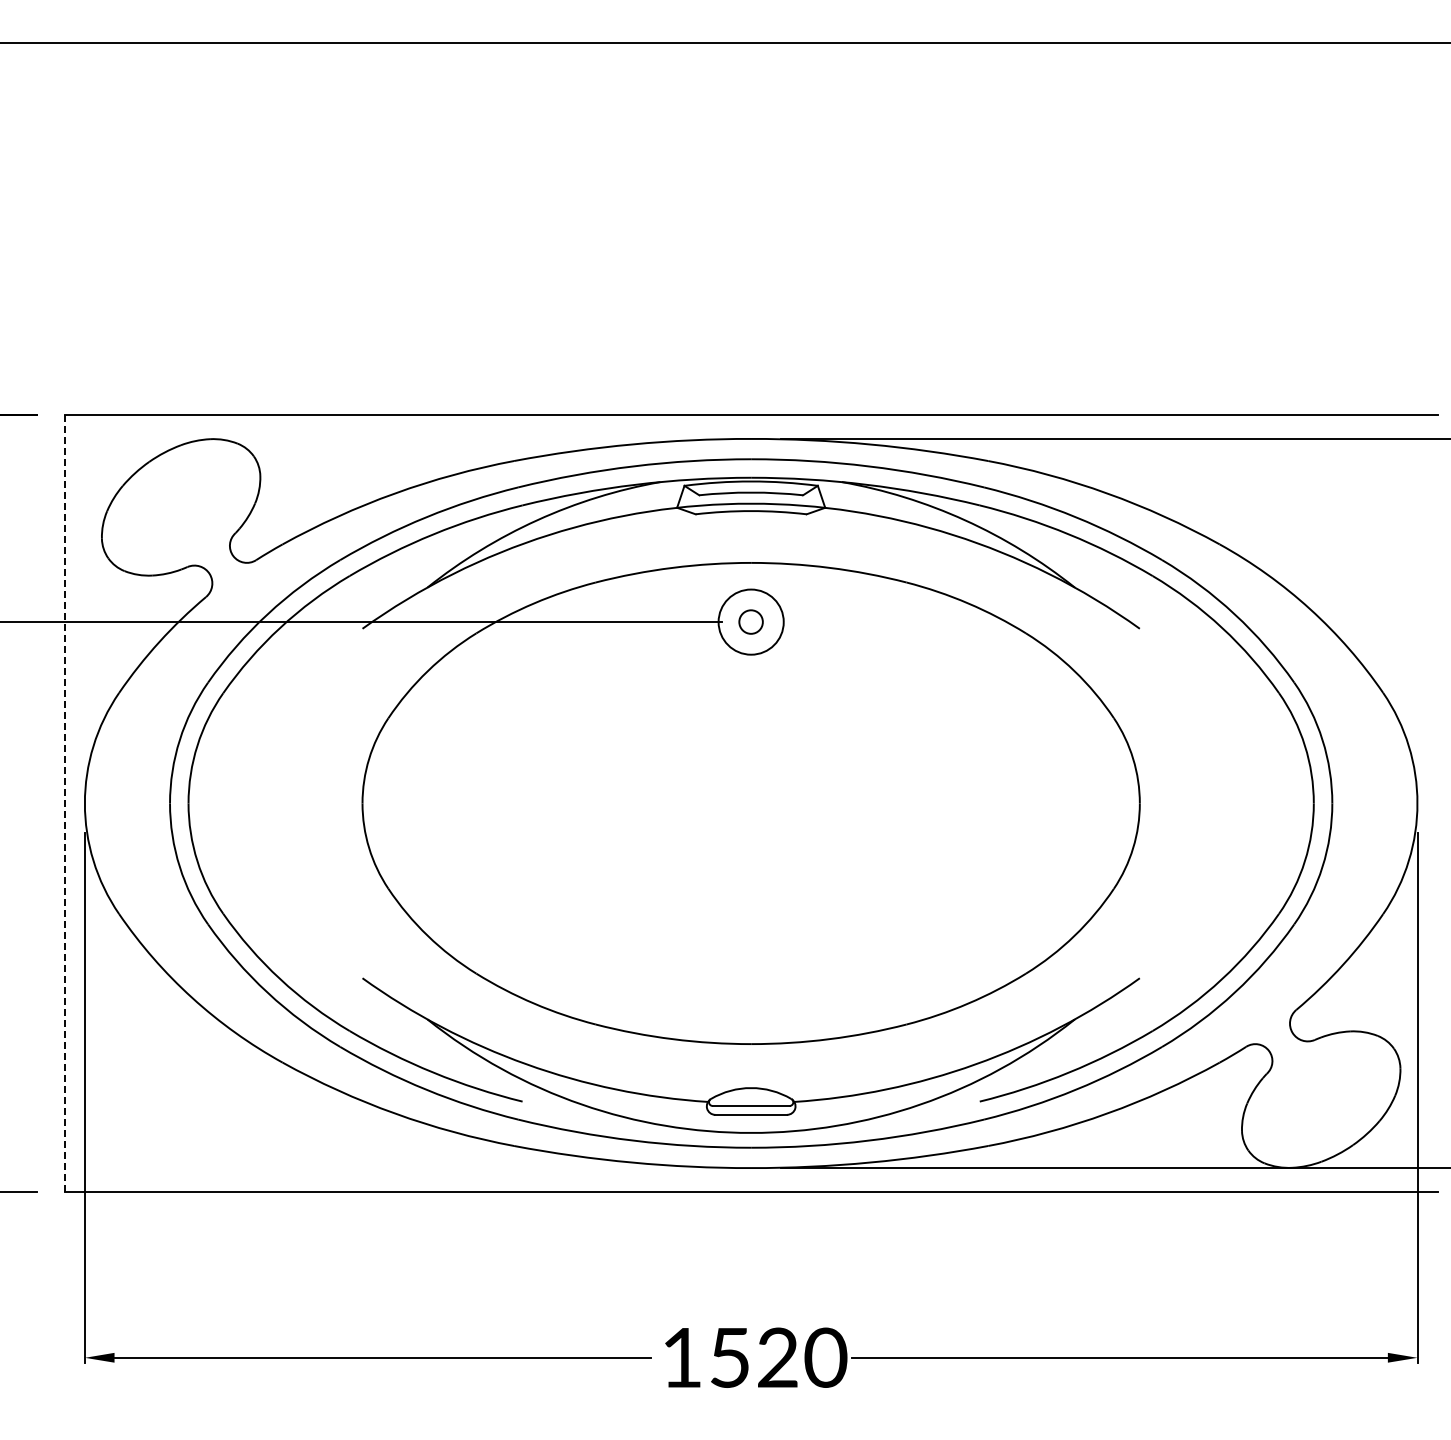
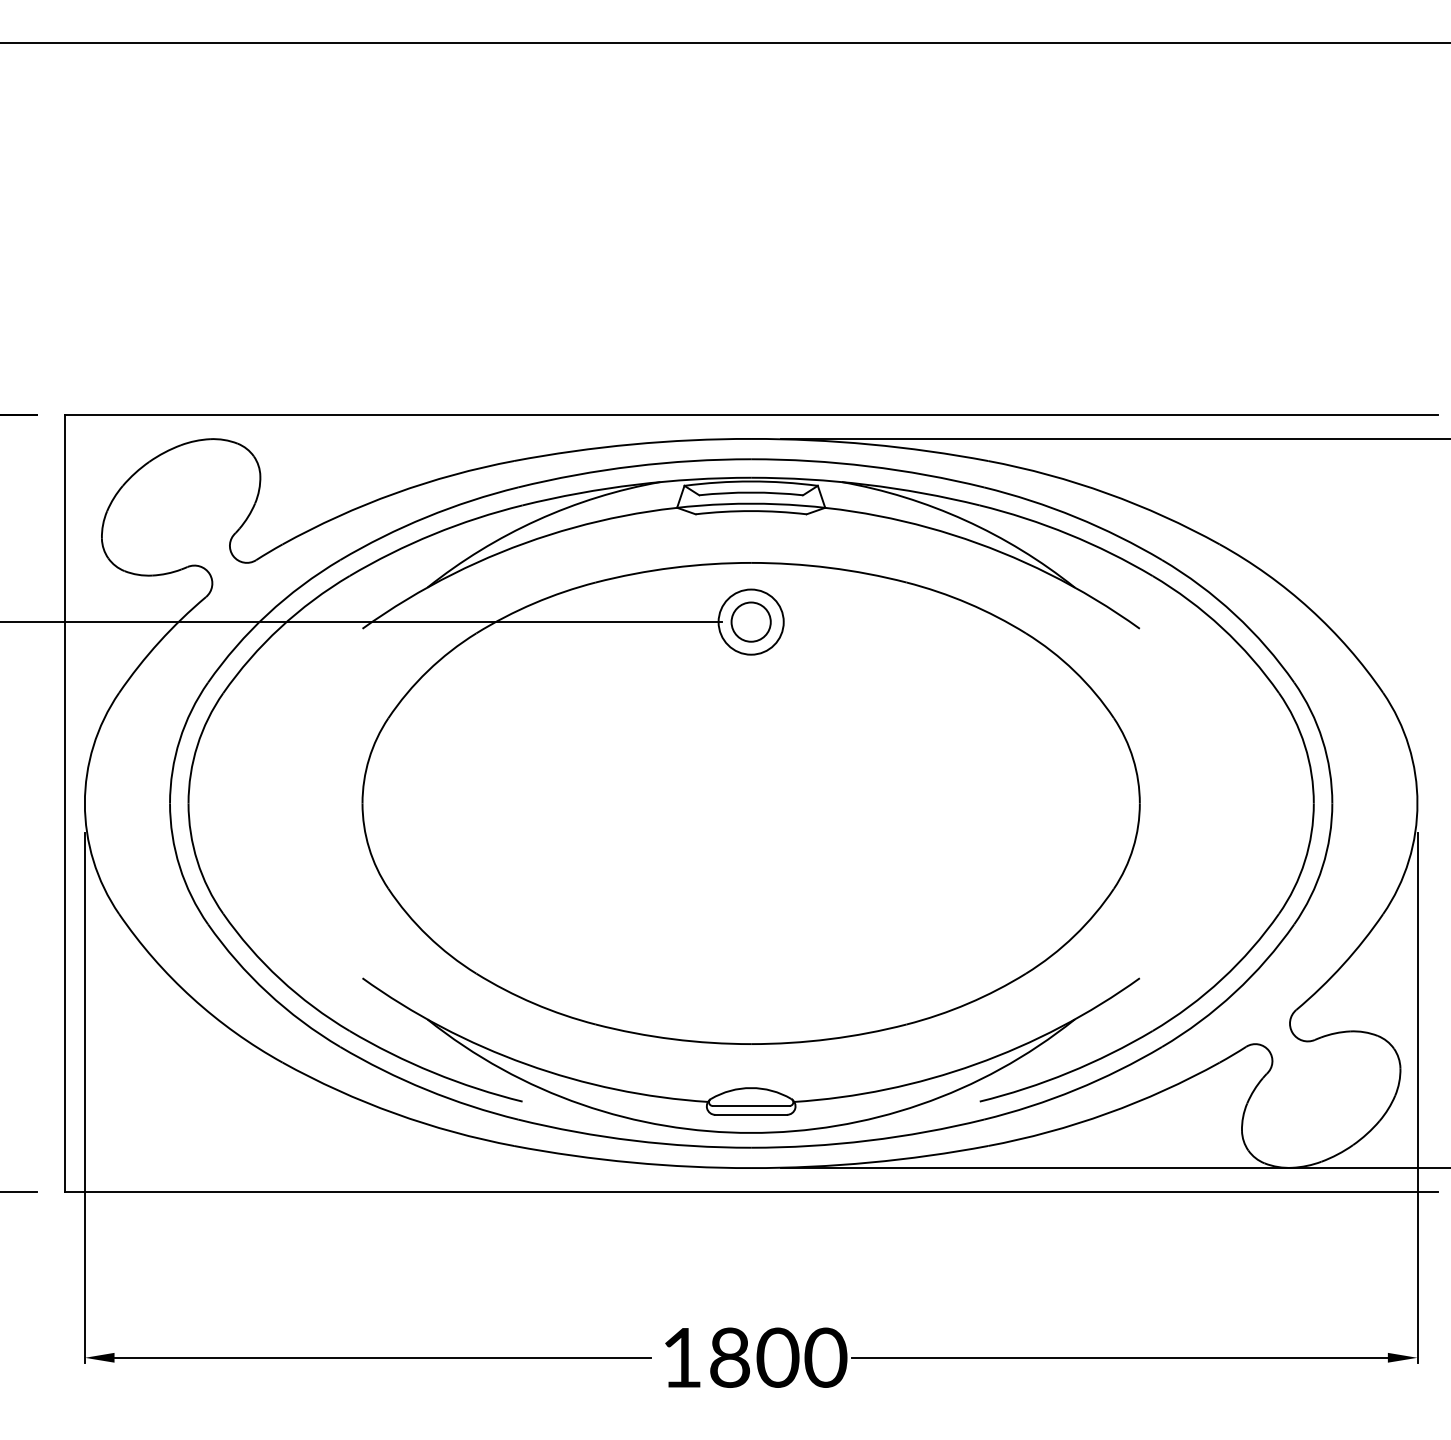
circle at (750, 621) size: 26x26 px -> 42x42 px
line at (64, 803): dashed -> solid
text at (754, 1357): 1520 -> 1800
